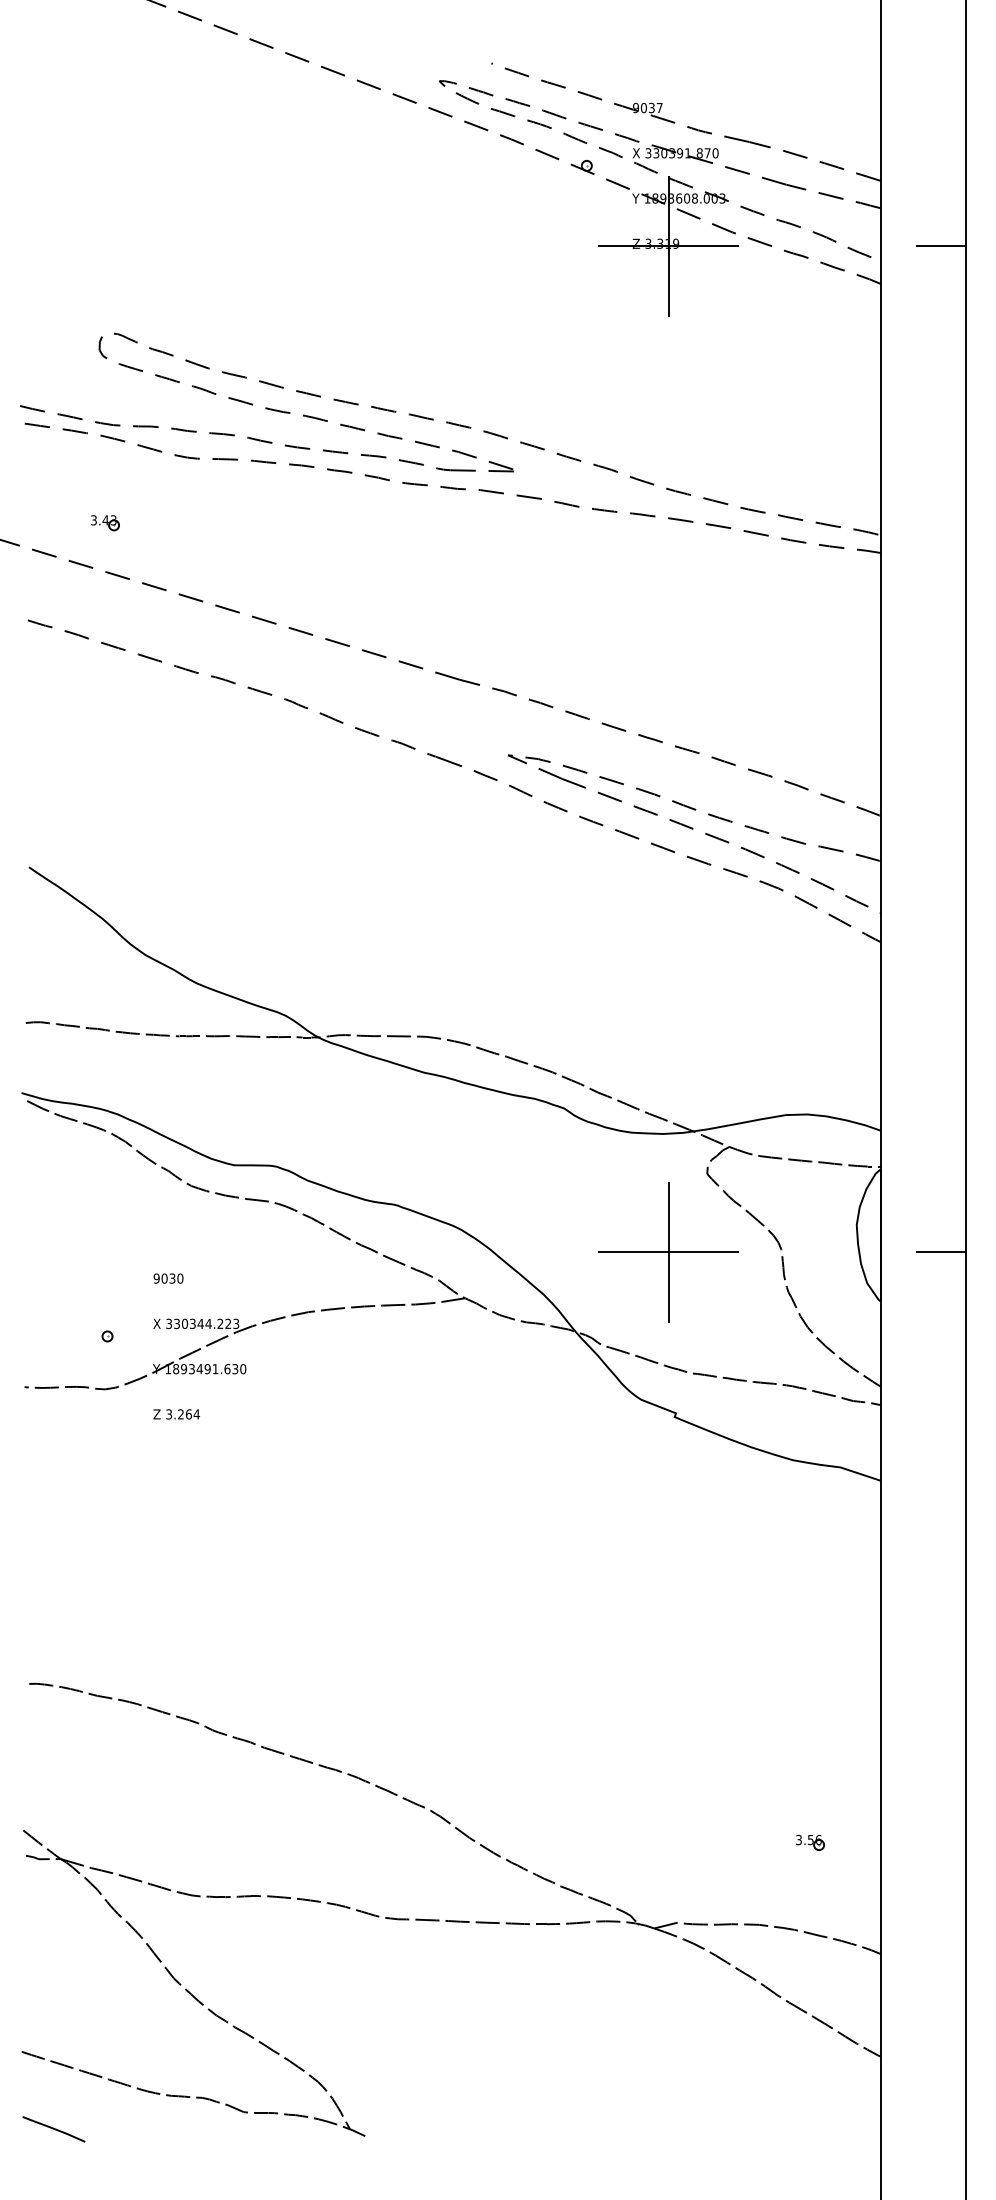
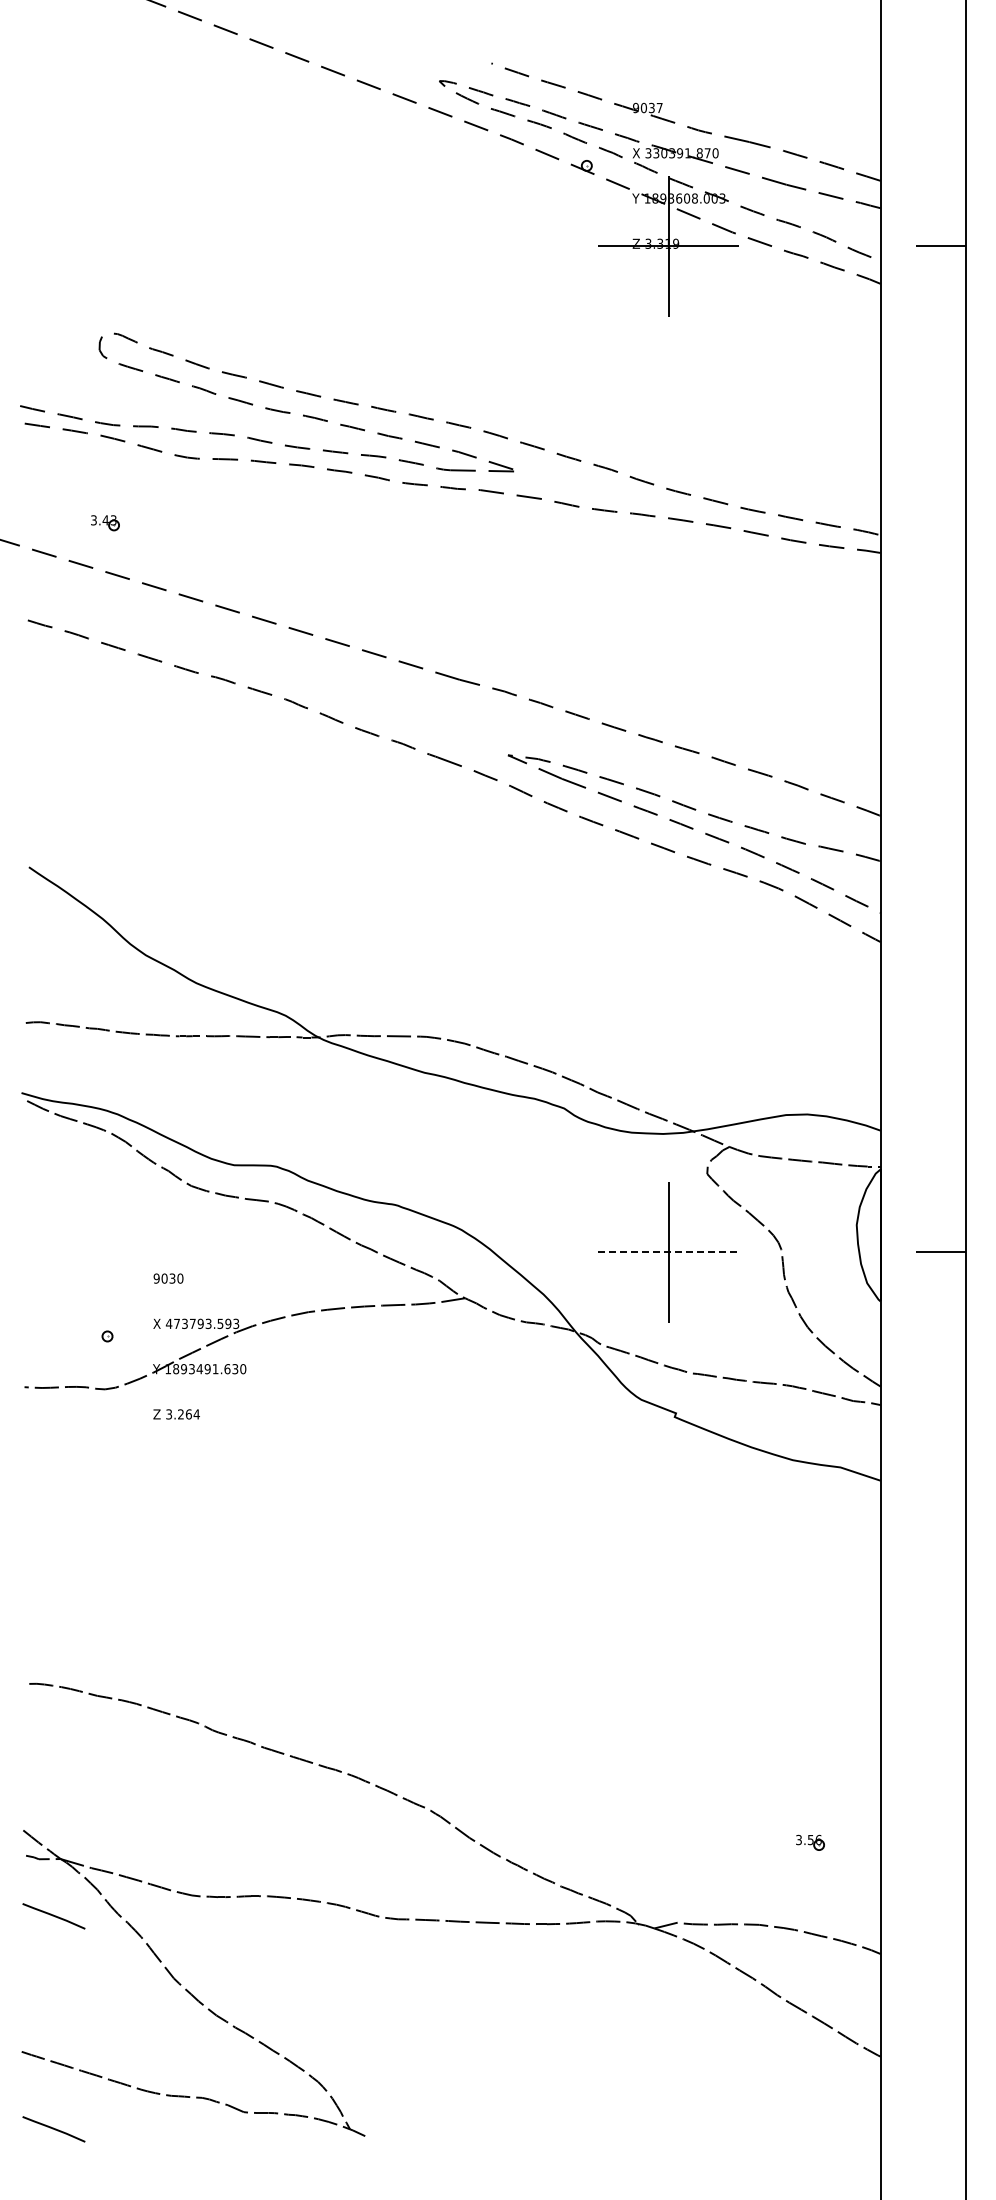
line at (668, 1252): solid -> dashed
text at (198, 1323): 330344.223 -> 473793.593
line at (53, 1916): none -> present
